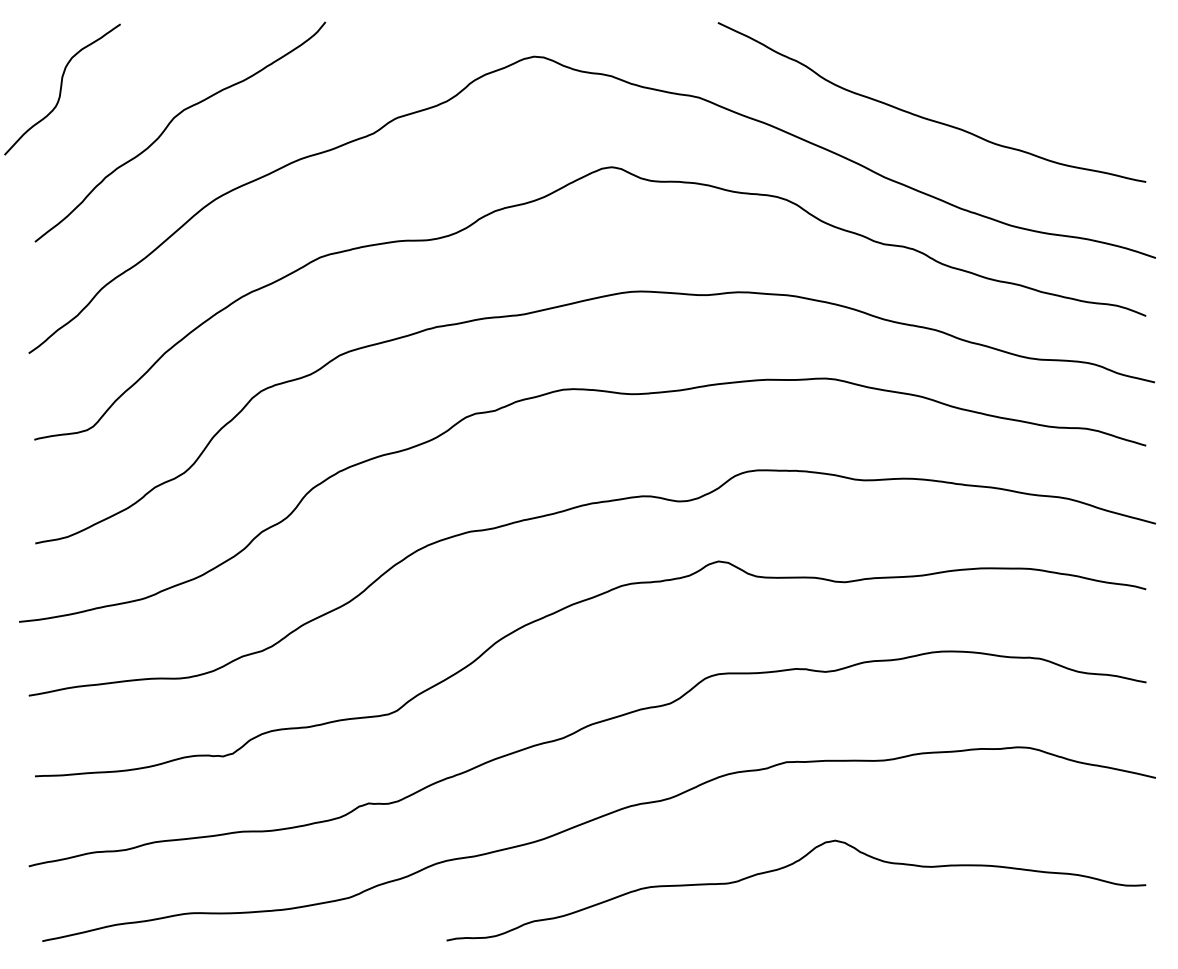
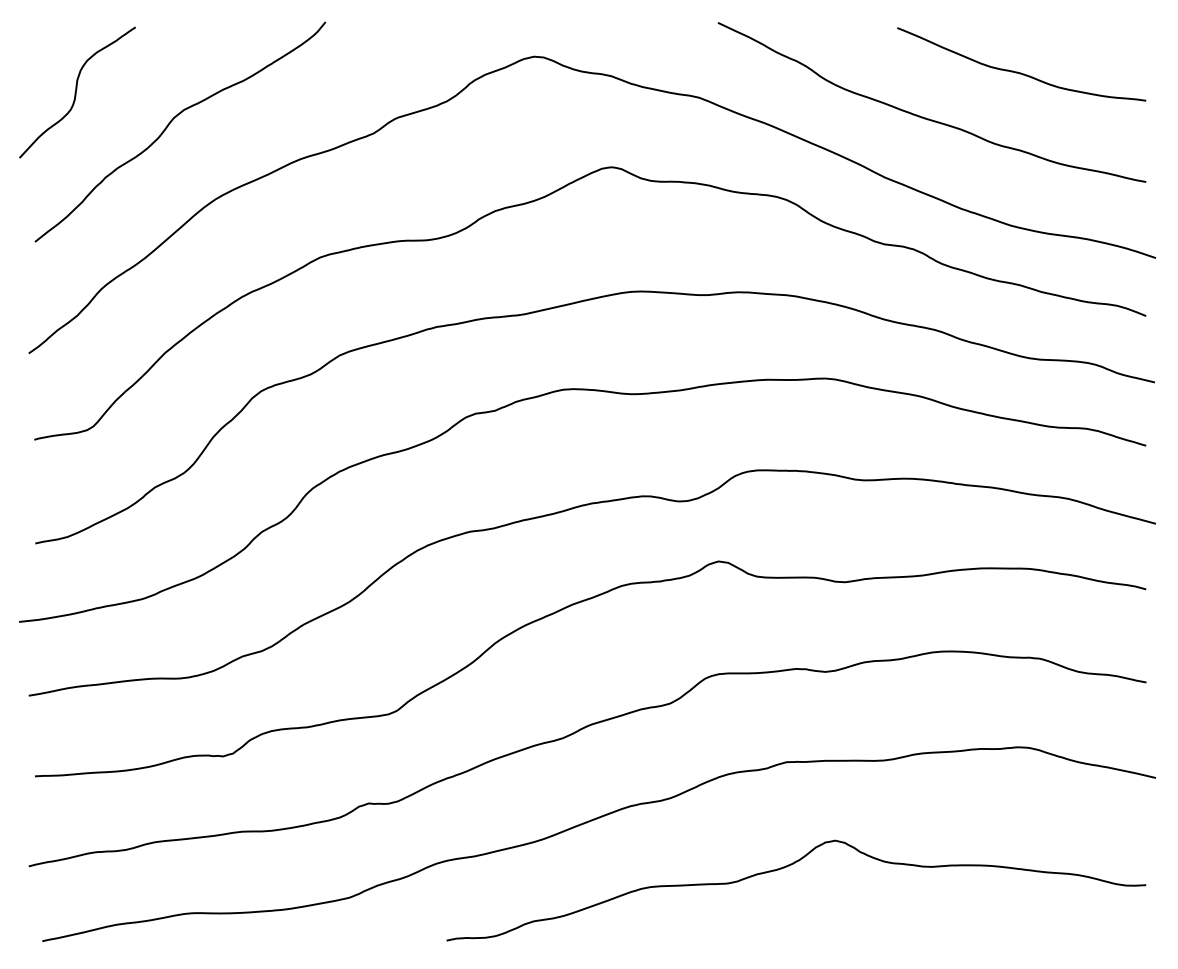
curve at (1021, 72): none -> present
curve at (61, 89) position: (61, 89) -> (76, 92)
